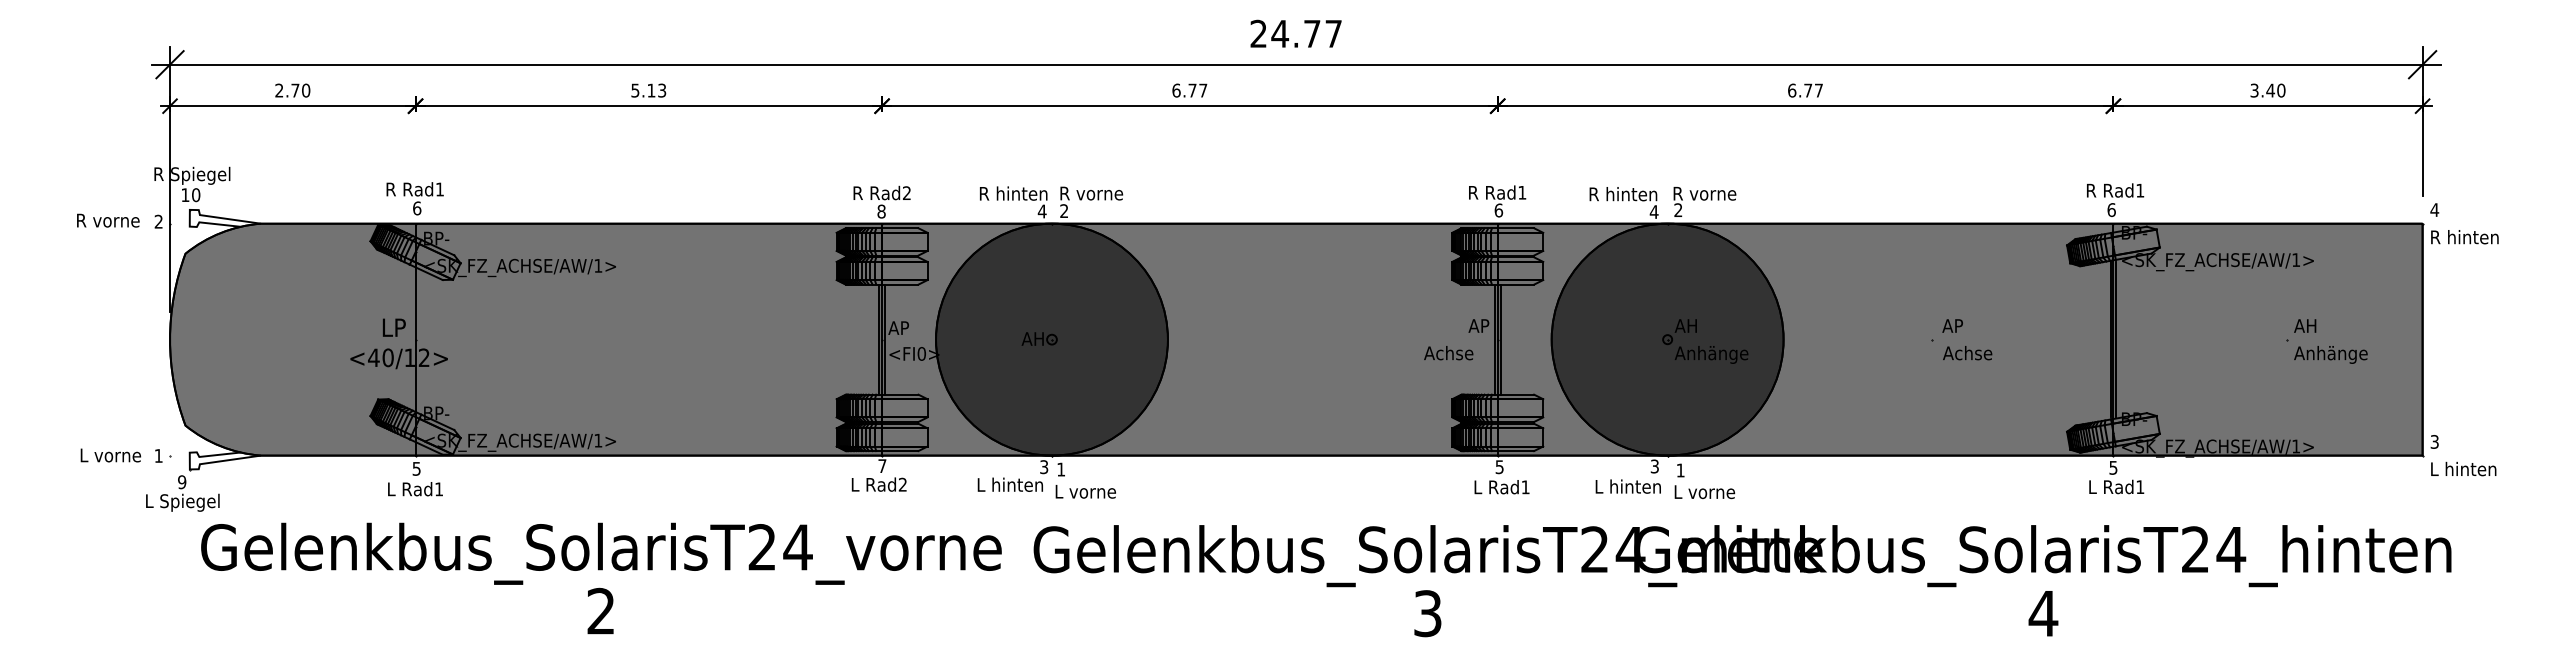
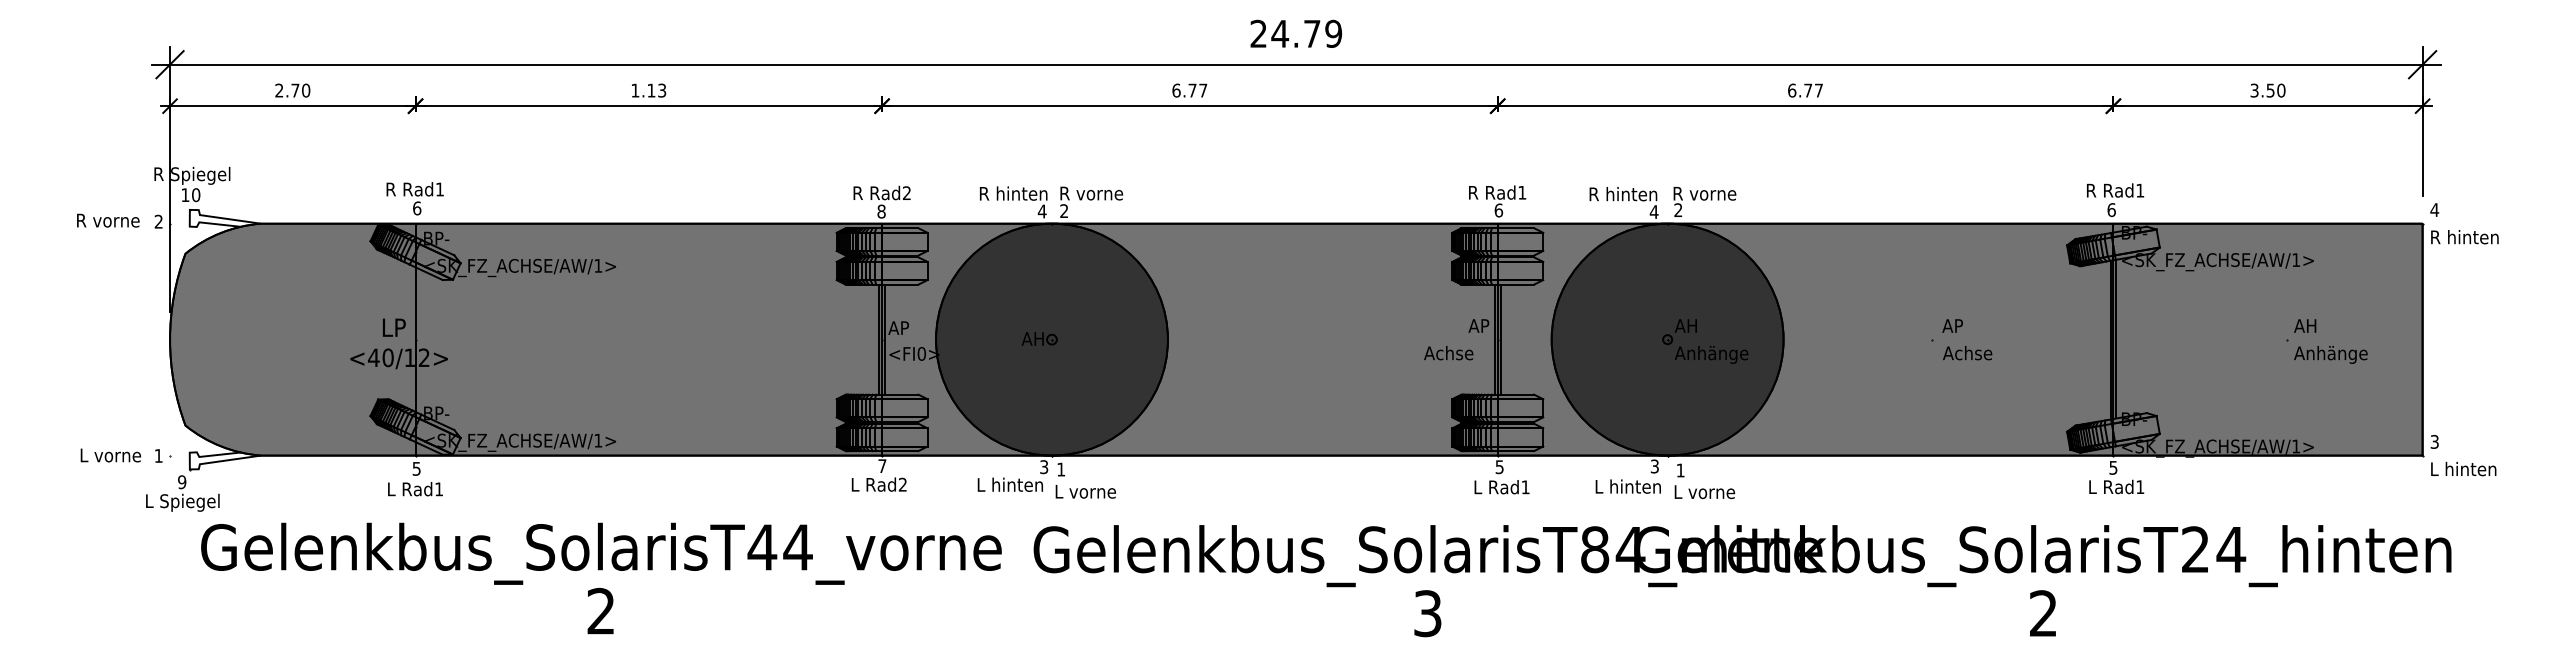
text at (1333, 33): 24.77 -> 24.79
text at (635, 90): 5.13 -> 1.13
text at (2270, 90): 3.40 -> 3.50
text at (762, 547): Gelenkbus_SolarisT24_vorne -> Gelenkbus_SolarisT44_vorne
text at (1595, 549): Gelenkbus_SolarisT24_mitte -> Gelenkbus_SolarisT84_mitte
text at (2043, 613): 4 -> 2
